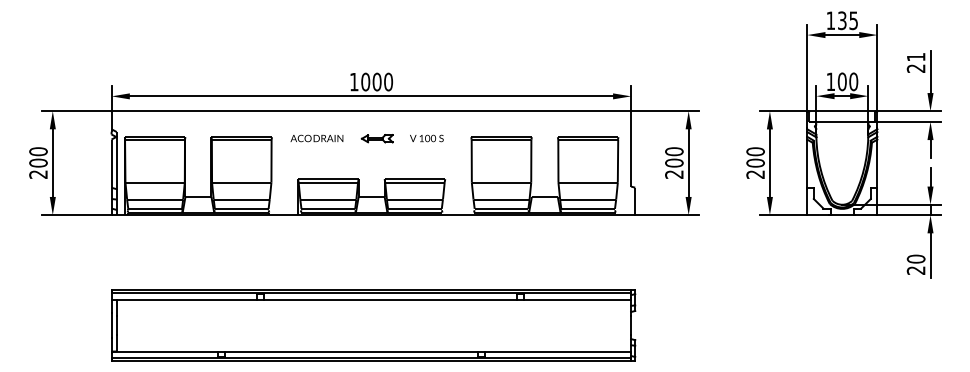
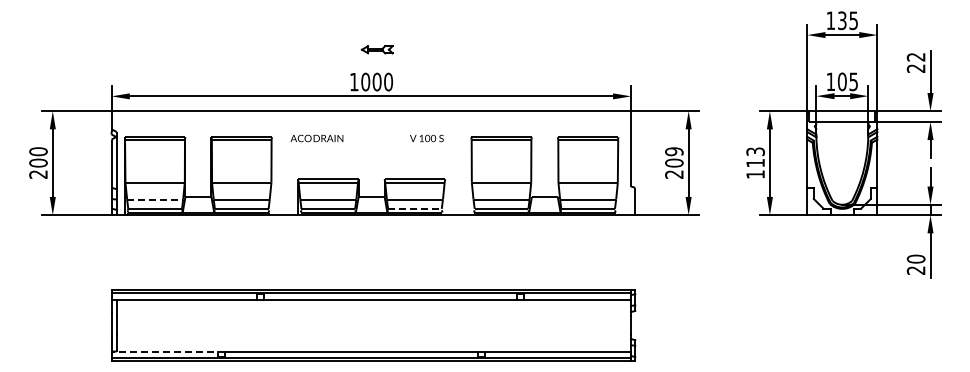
text at (915, 57): 21 -> 22
text at (853, 81): 100 -> 105
part at (376, 138) position: (376, 138) -> (376, 49)
text at (674, 151): 200 -> 209
text at (755, 162): 200 -> 113
line at (155, 199): solid -> dashed
line at (414, 208): solid -> dashed
line at (168, 351): solid -> dashed
